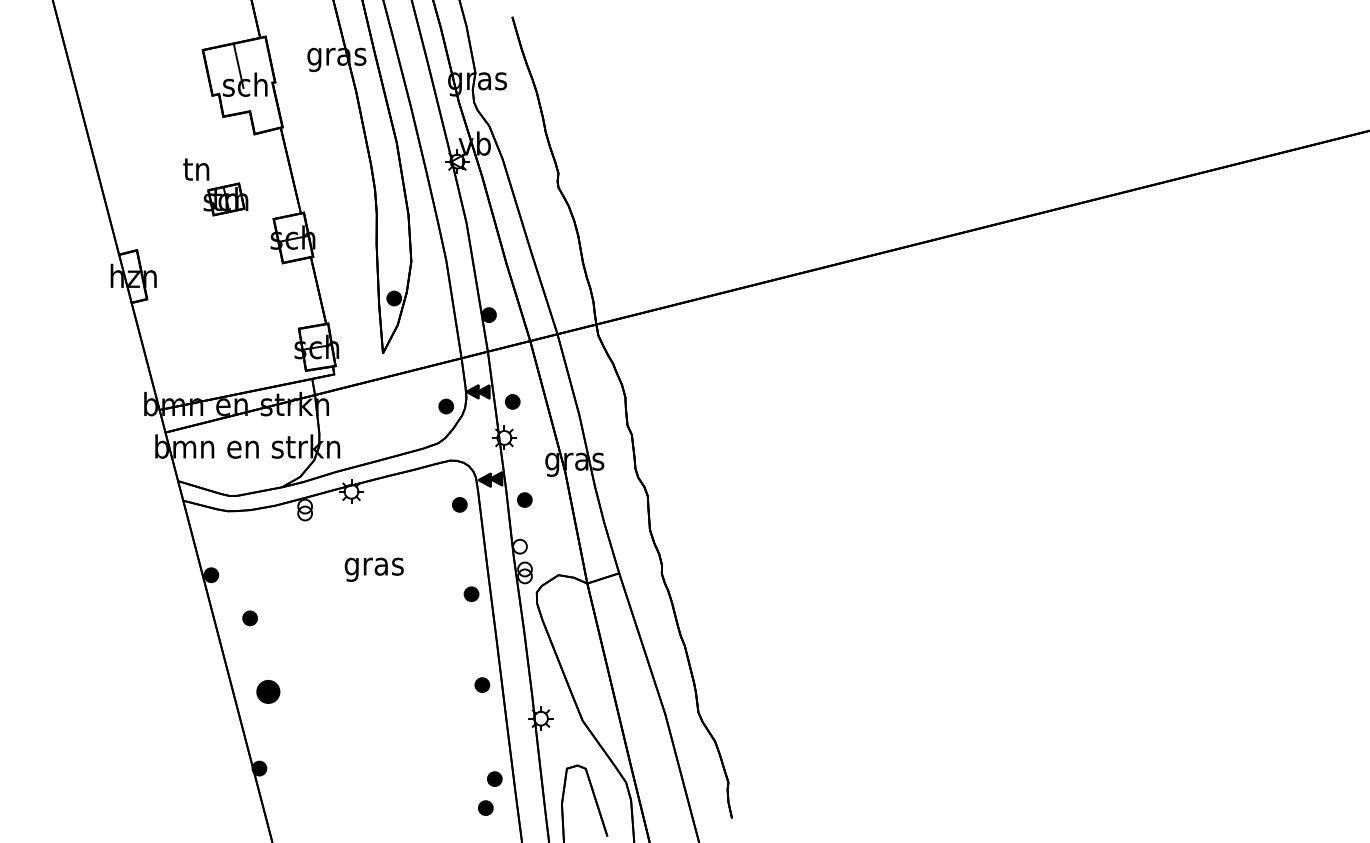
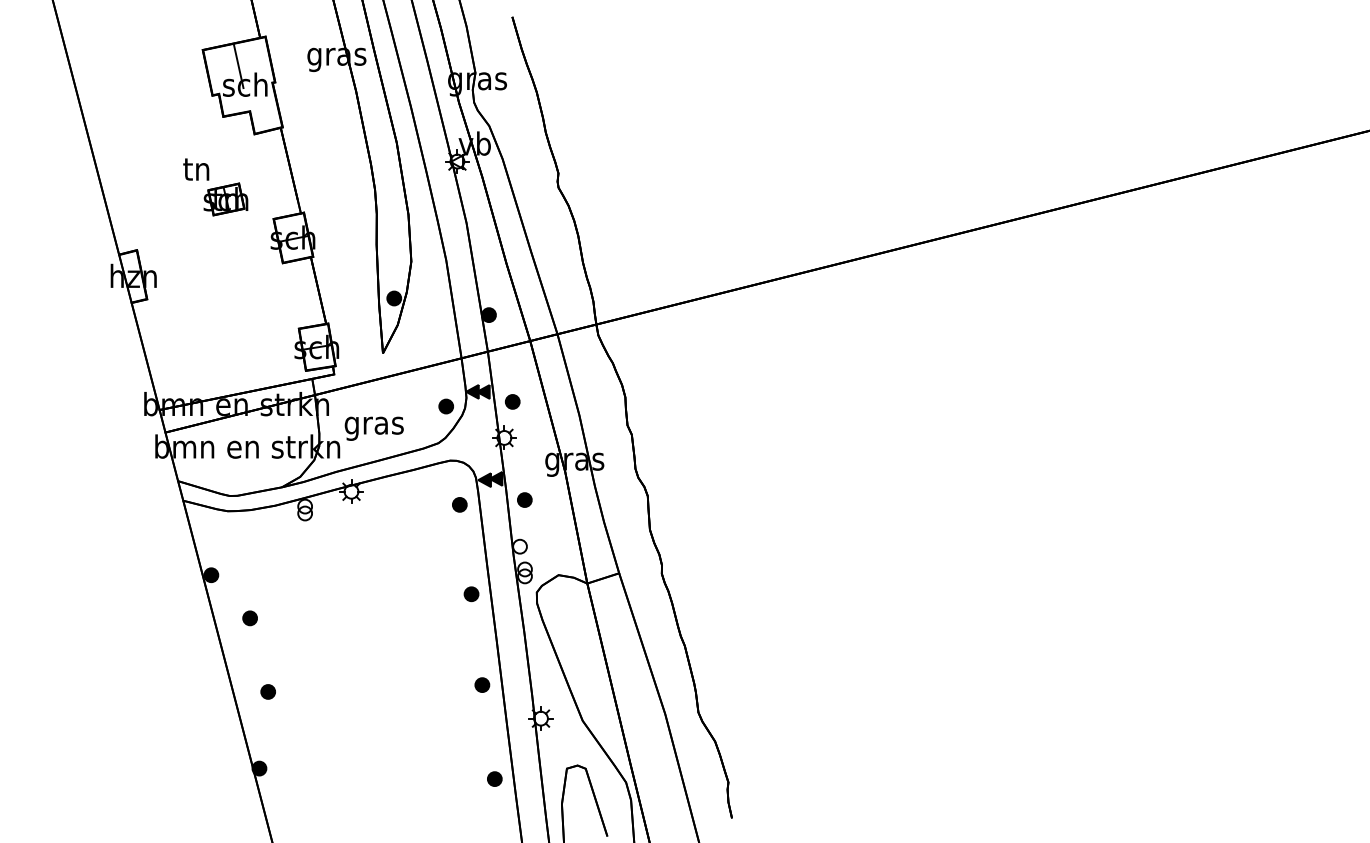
text at (373, 569) position: (373, 569) -> (373, 428)
part at (268, 691) size: 25x24 px -> 16x16 px
part at (485, 807): present -> none
